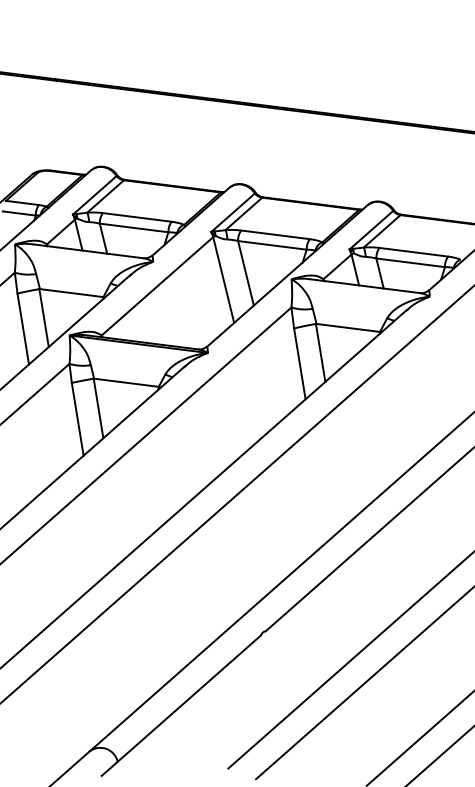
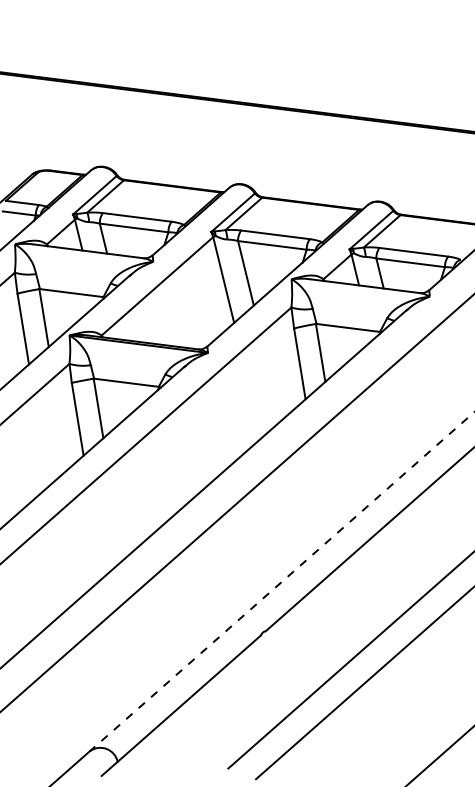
line at (236, 494) position: (236, 494) -> (236, 503)
line at (281, 581): solid -> dashed
line at (419, 738): present -> none
